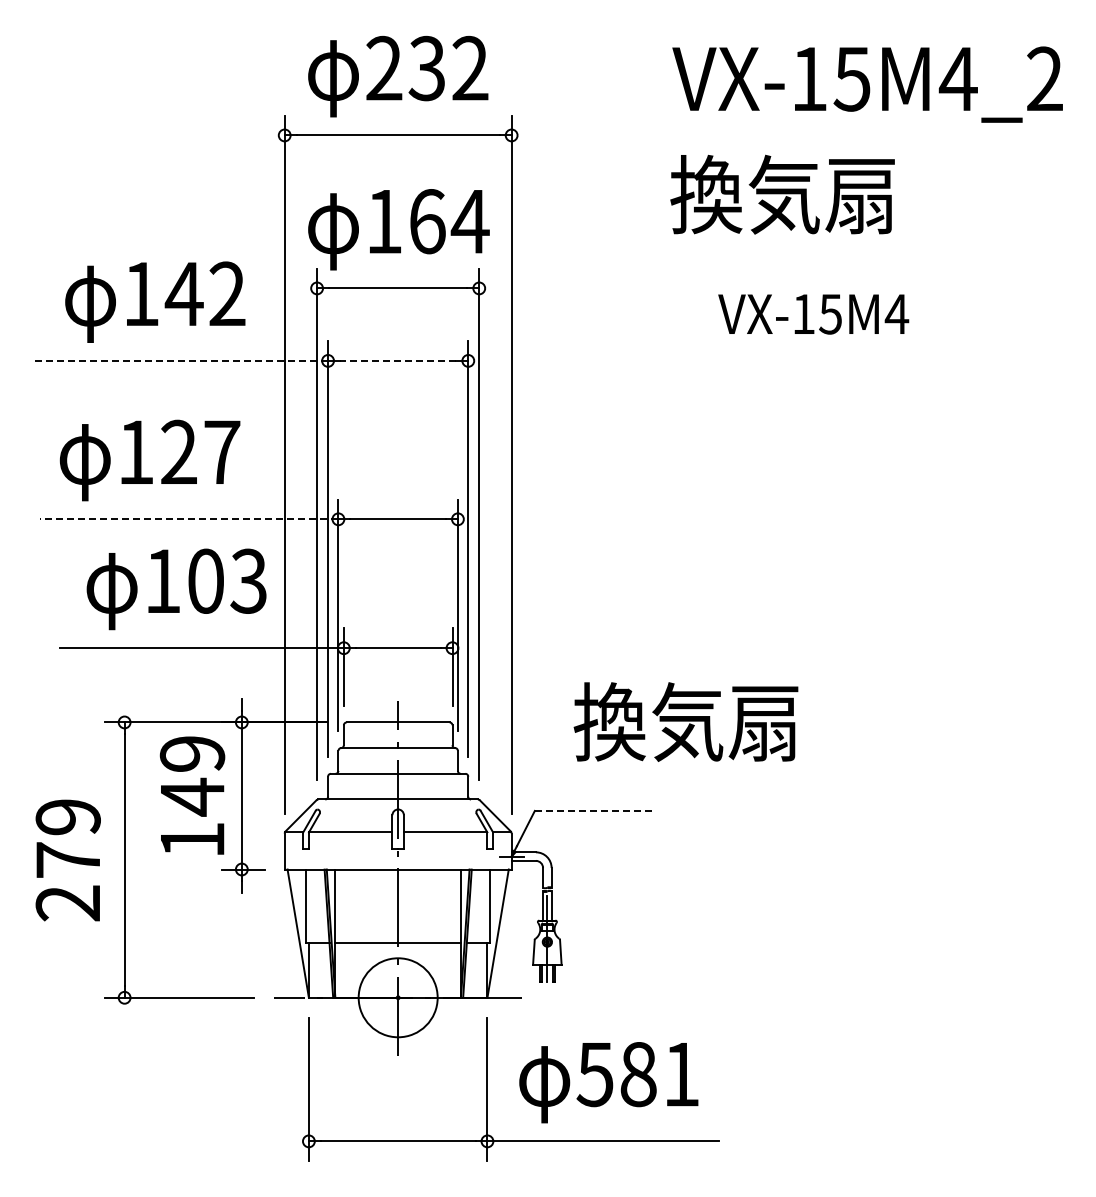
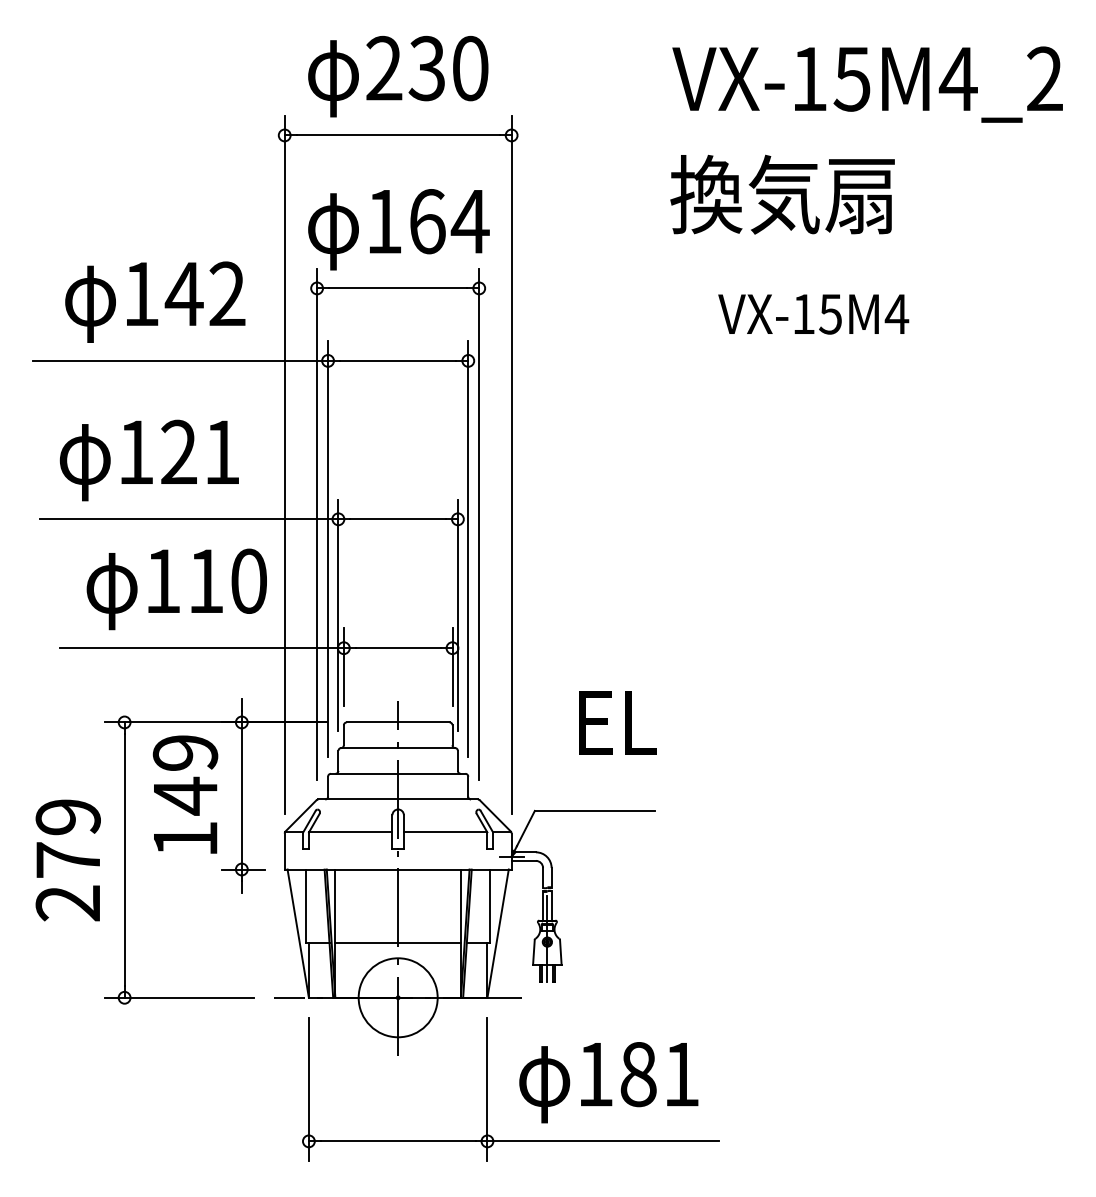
text at (470, 68): 232 -> 230
line at (180, 360): dashed -> solid
line at (397, 360): dashed -> solid
text at (222, 451): 127 -> 121
line at (188, 519): dashed -> solid
text at (227, 580): 103 -> 110
text at (685, 721): 換気扇 -> EL
text at (192, 795) position: (192, 795) -> (185, 794)
line at (595, 810): dashed -> solid
text at (594, 1075): 581 -> 181
